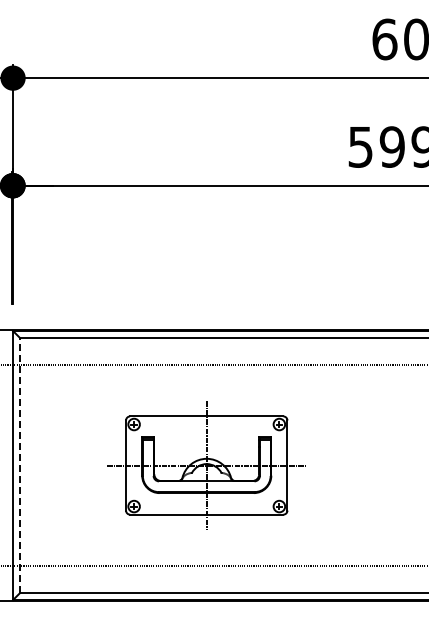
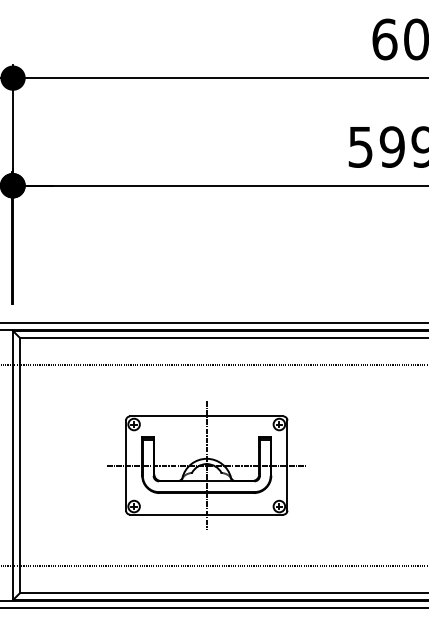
line at (213, 322): none -> present
line at (19, 465): dashed -> solid
line at (213, 608): none -> present
